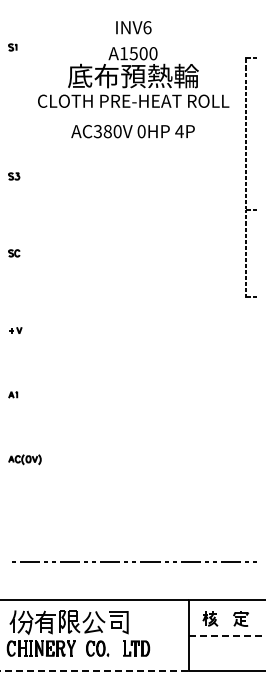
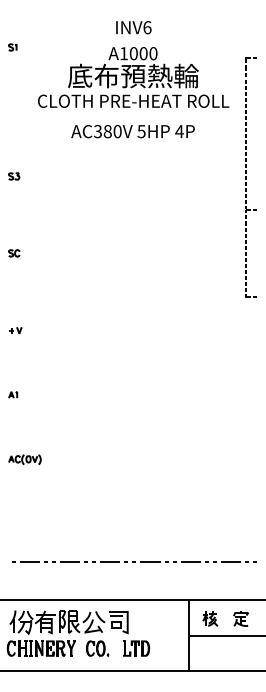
text at (133, 53): A1500 -> A1000
text at (141, 131): 0HP -> 5HP
line at (227, 635): dashed -> solid
line at (95, 671): dashed -> solid
